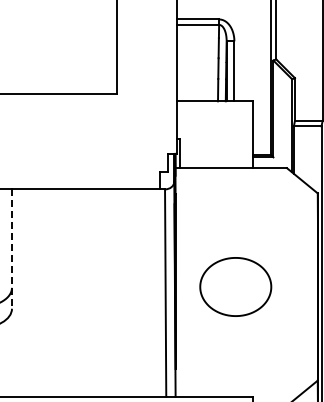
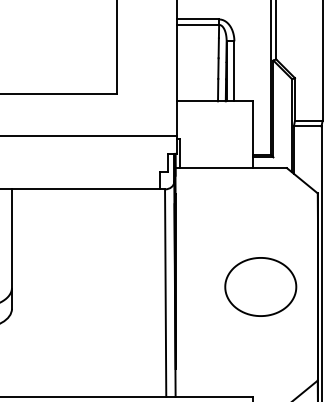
line at (89, 136): none -> present
line at (11, 249): dashed -> solid
part at (235, 286) position: (235, 286) -> (260, 286)
